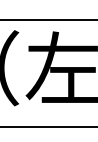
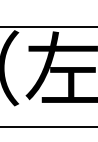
line at (48, 20) position: (48, 20) -> (48, 27)
